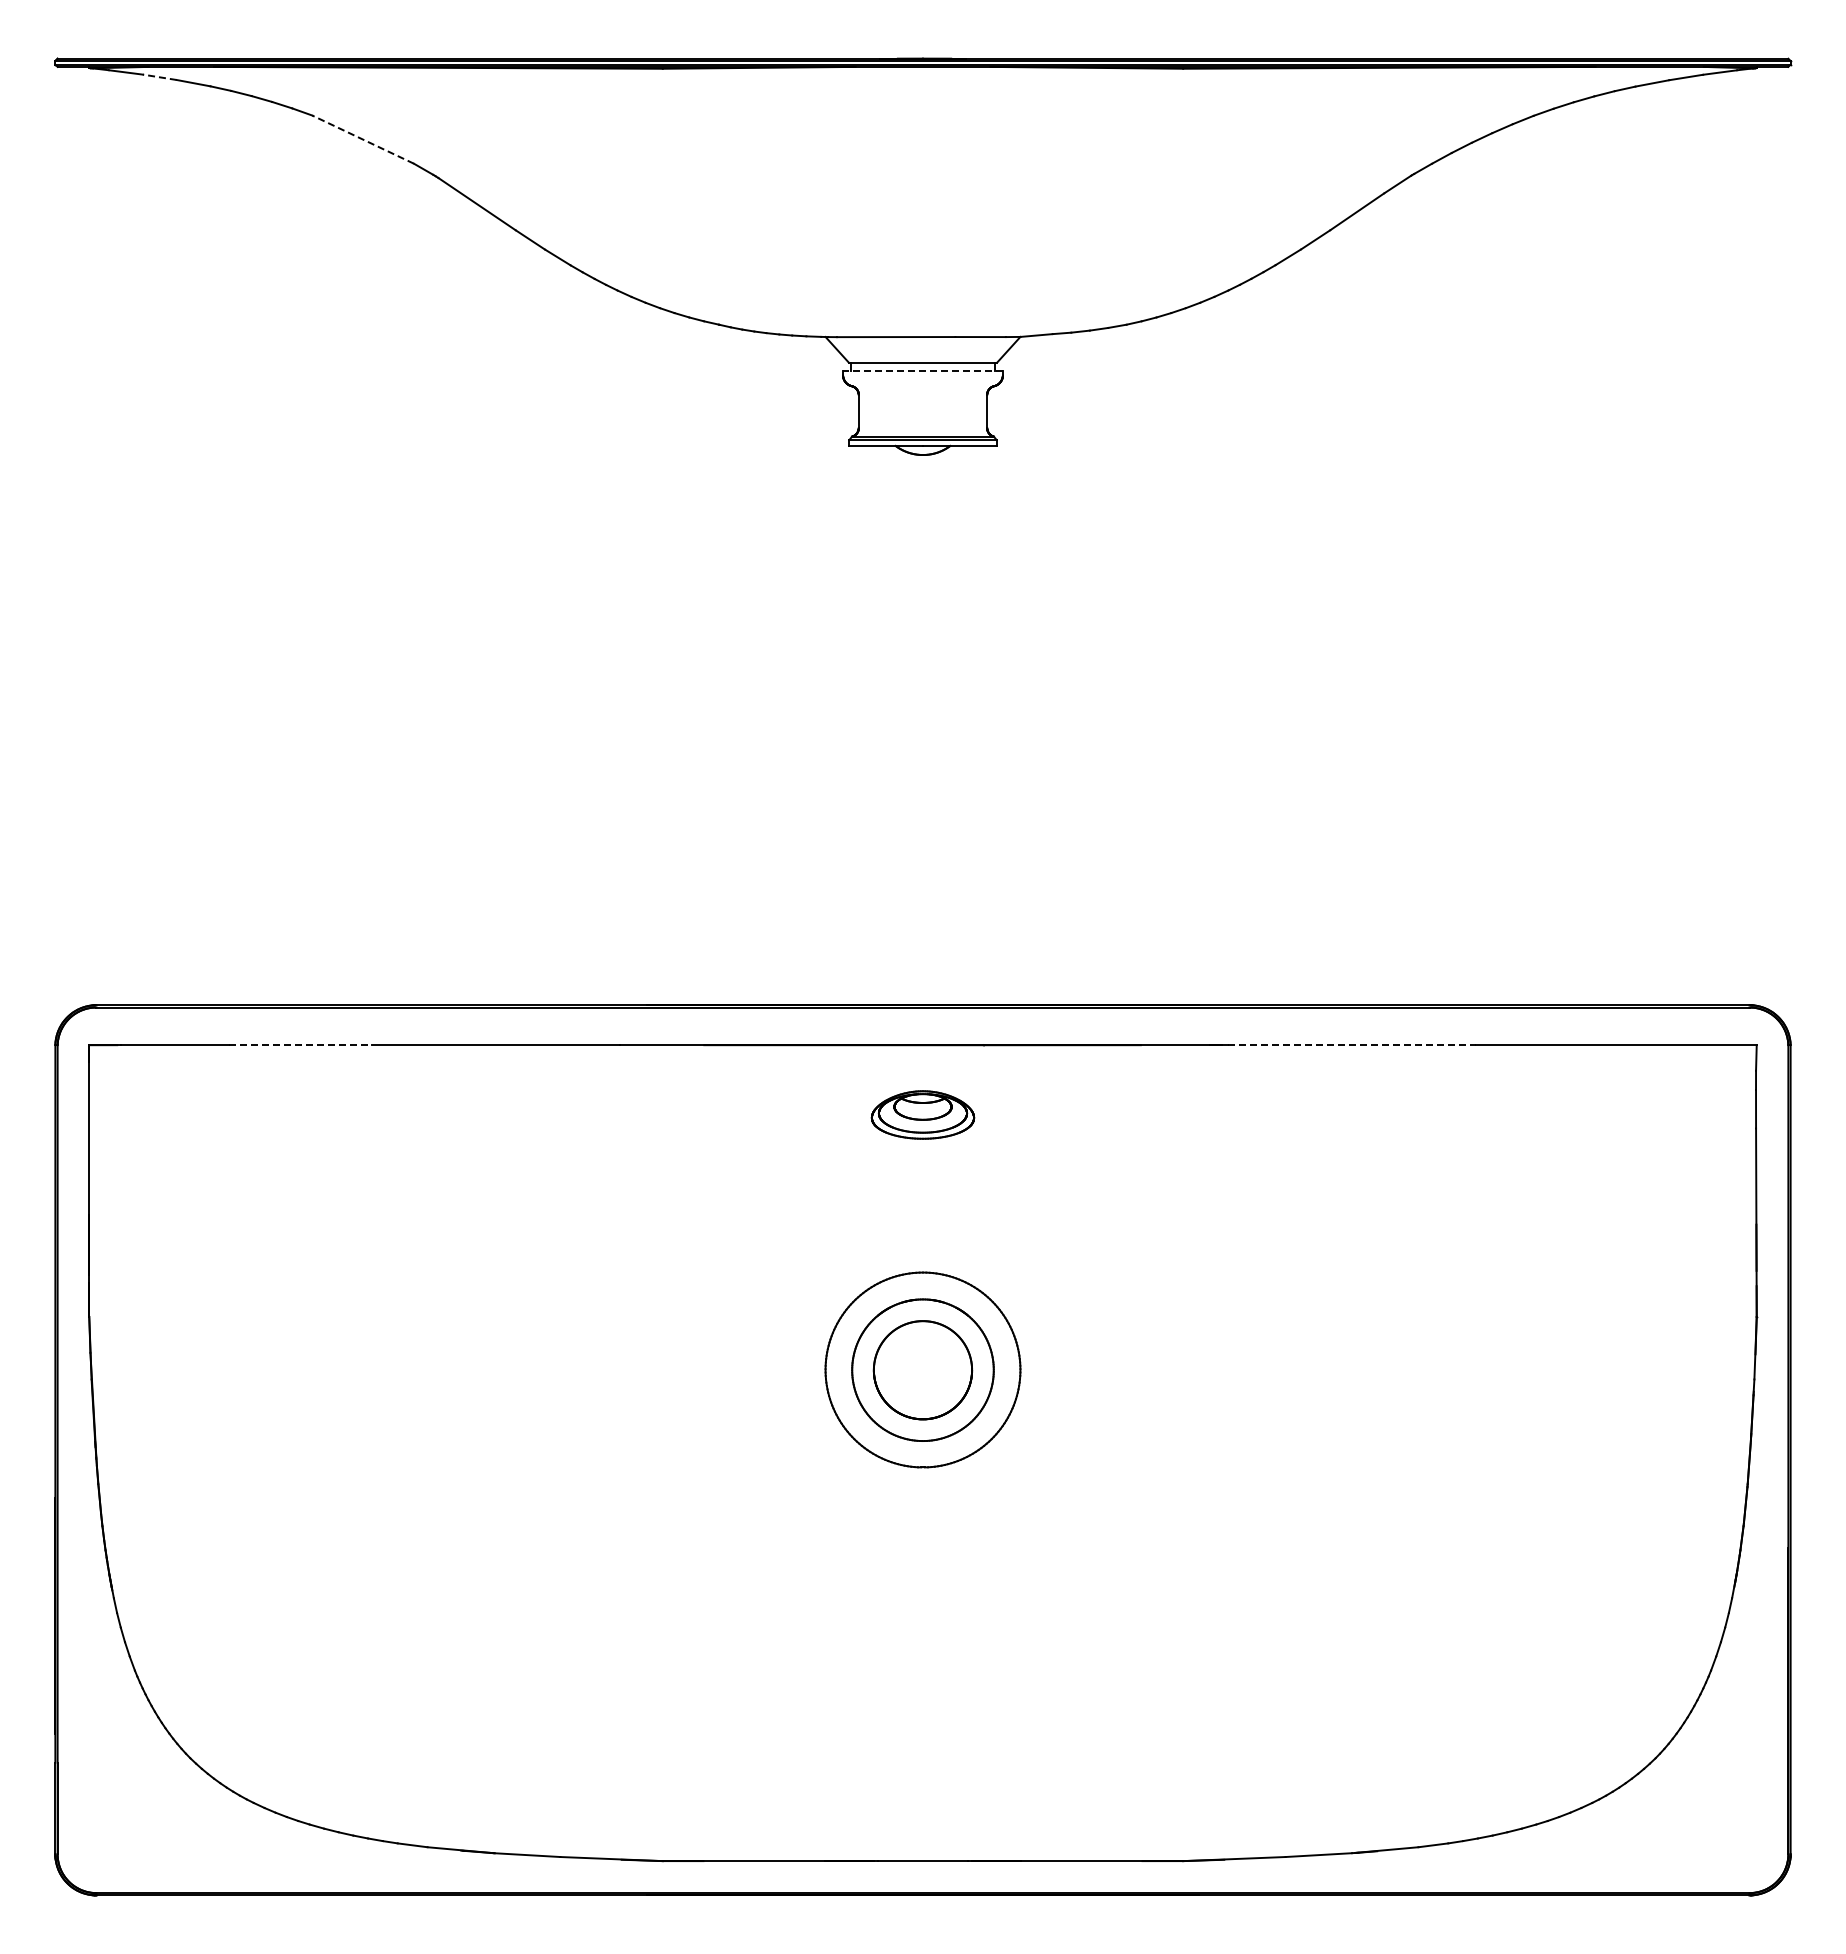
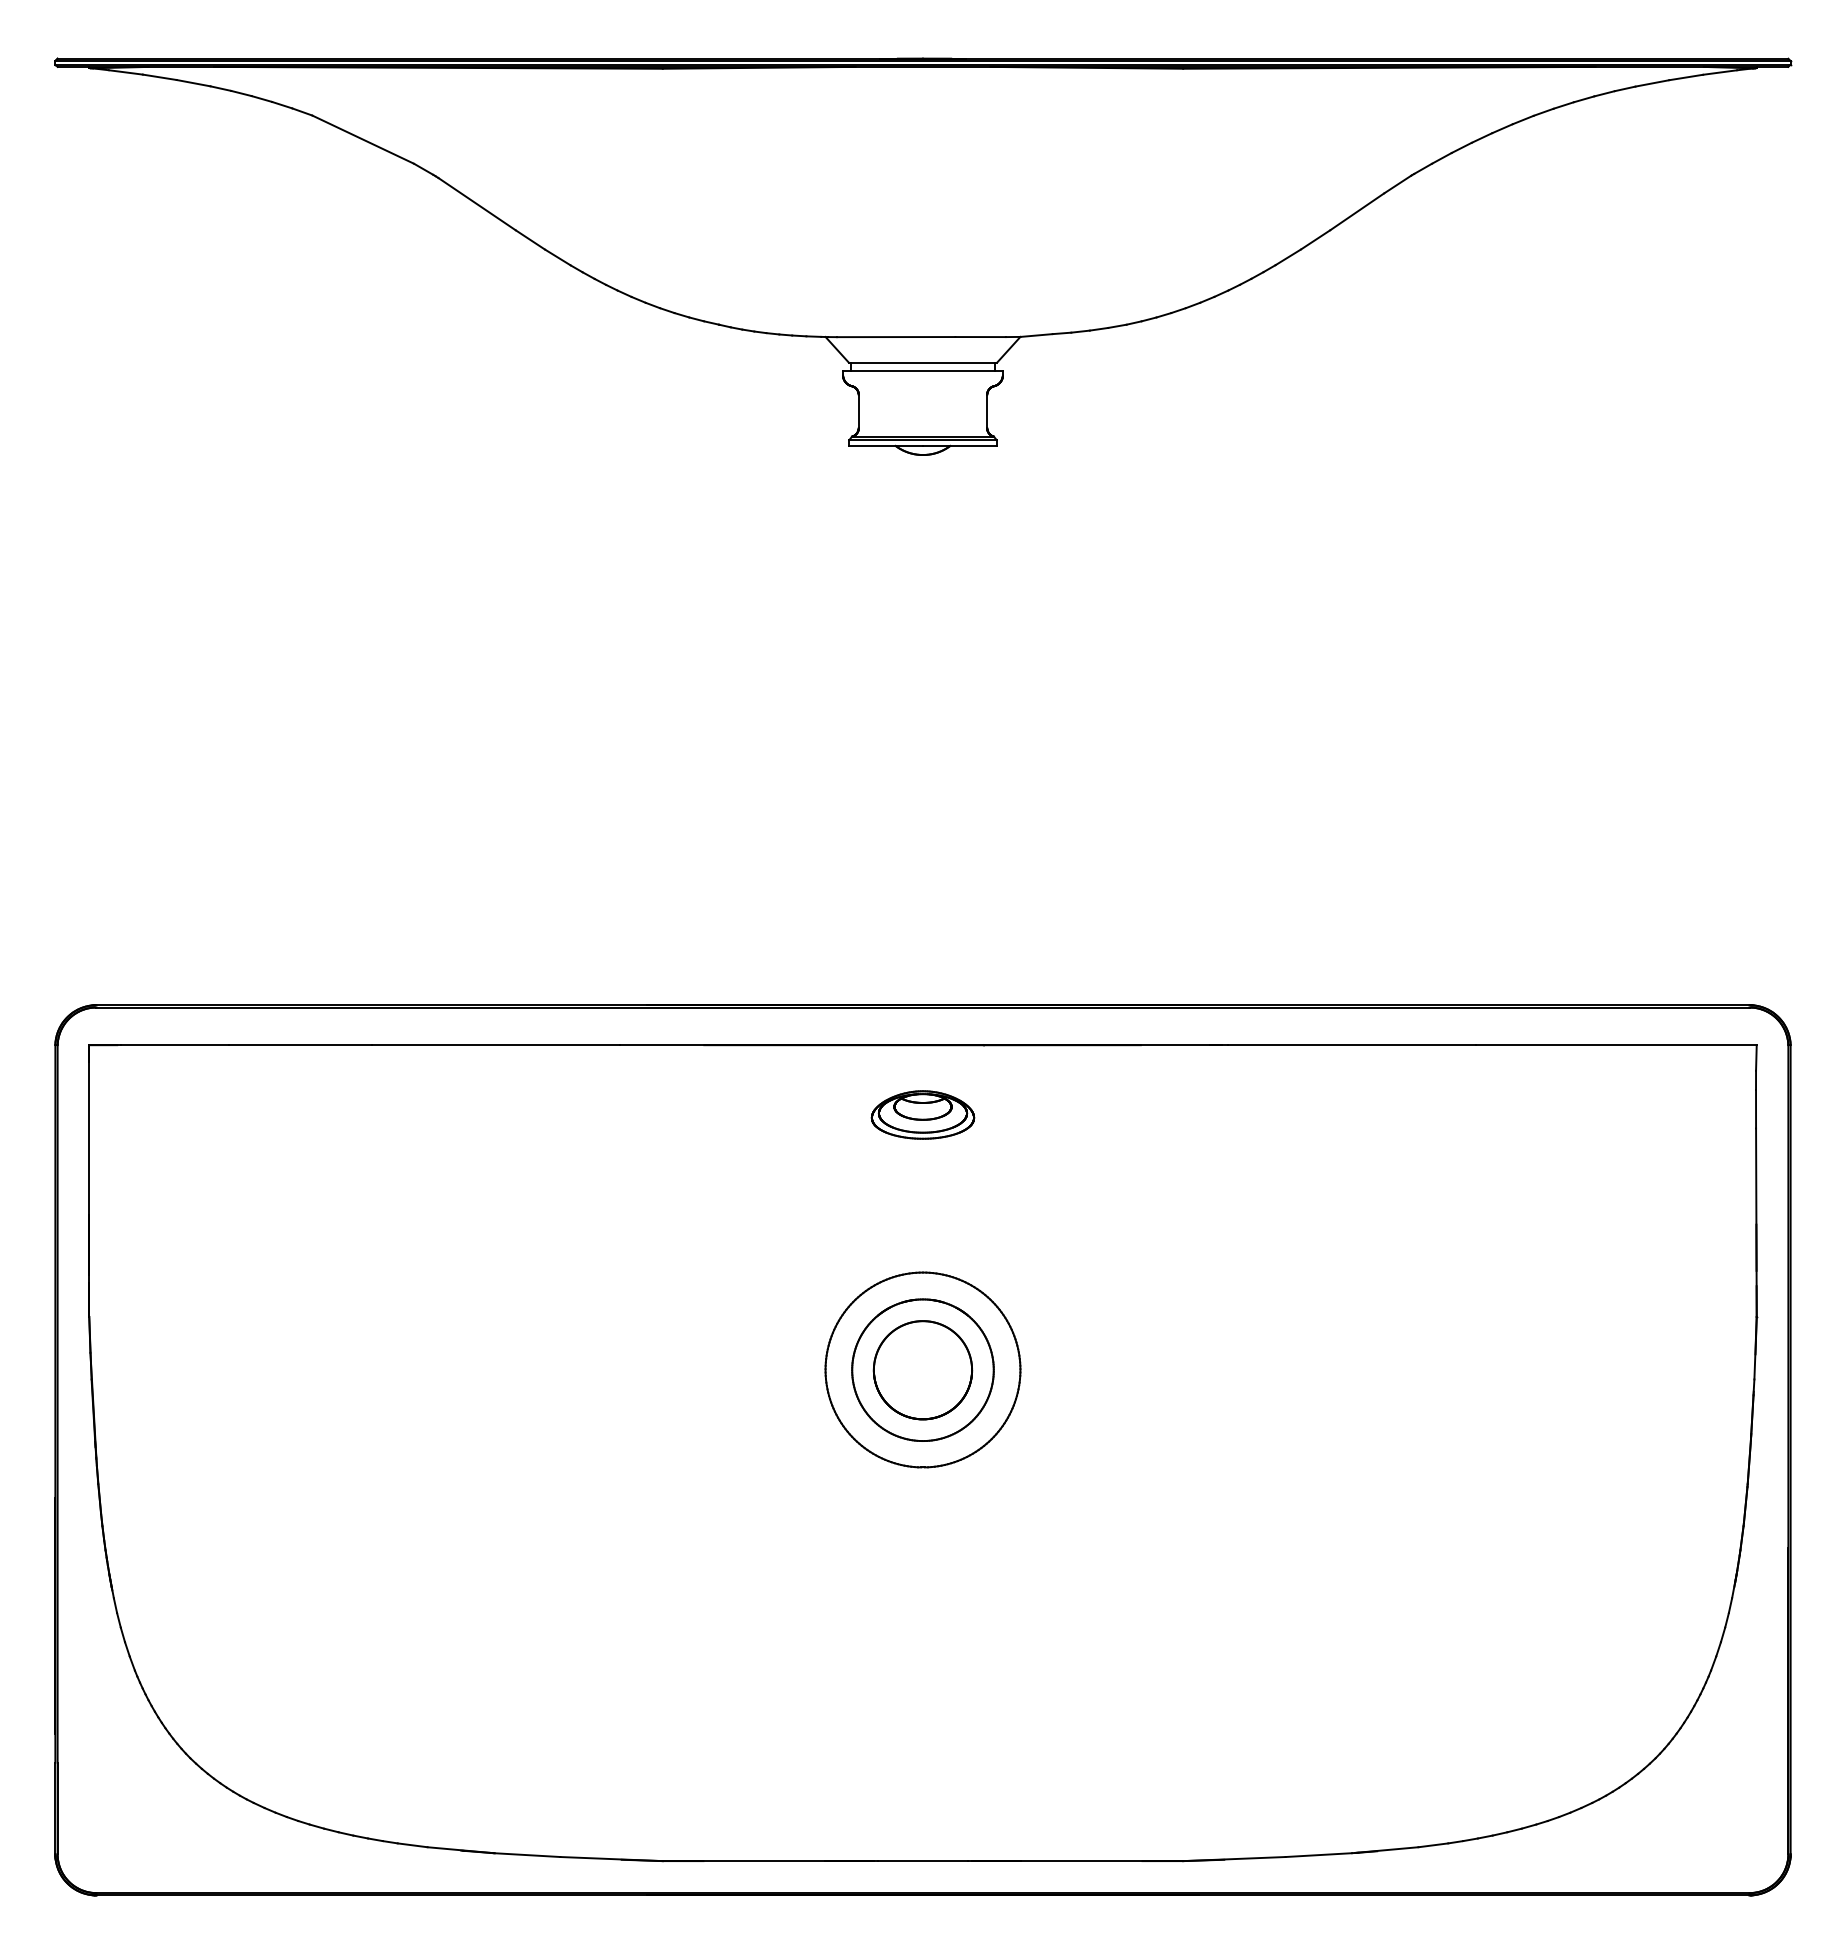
line at (159, 77): dashed -> solid
line at (362, 139): dashed -> solid
line at (923, 370): dashed -> solid
line at (300, 1045): dashed -> solid
line at (1352, 1045): dashed -> solid
